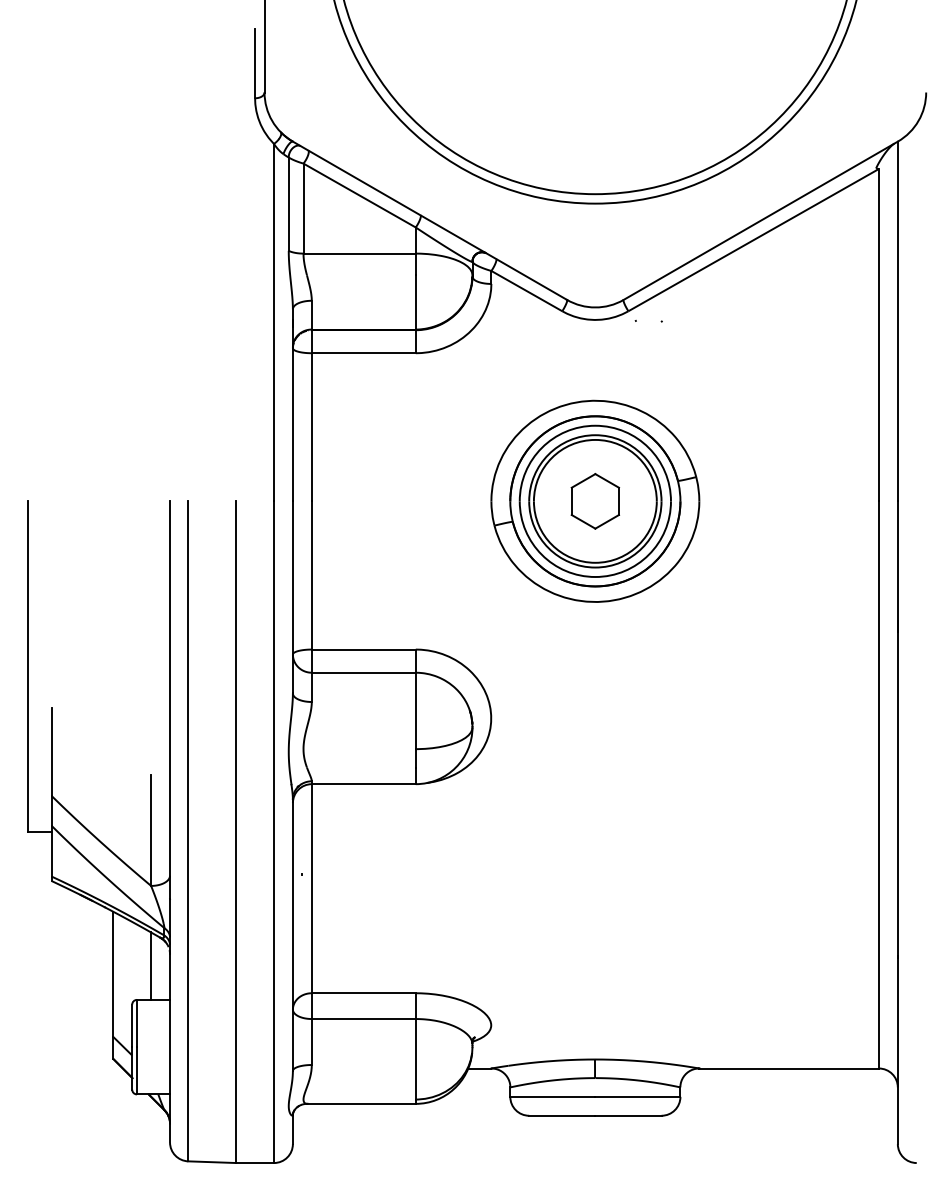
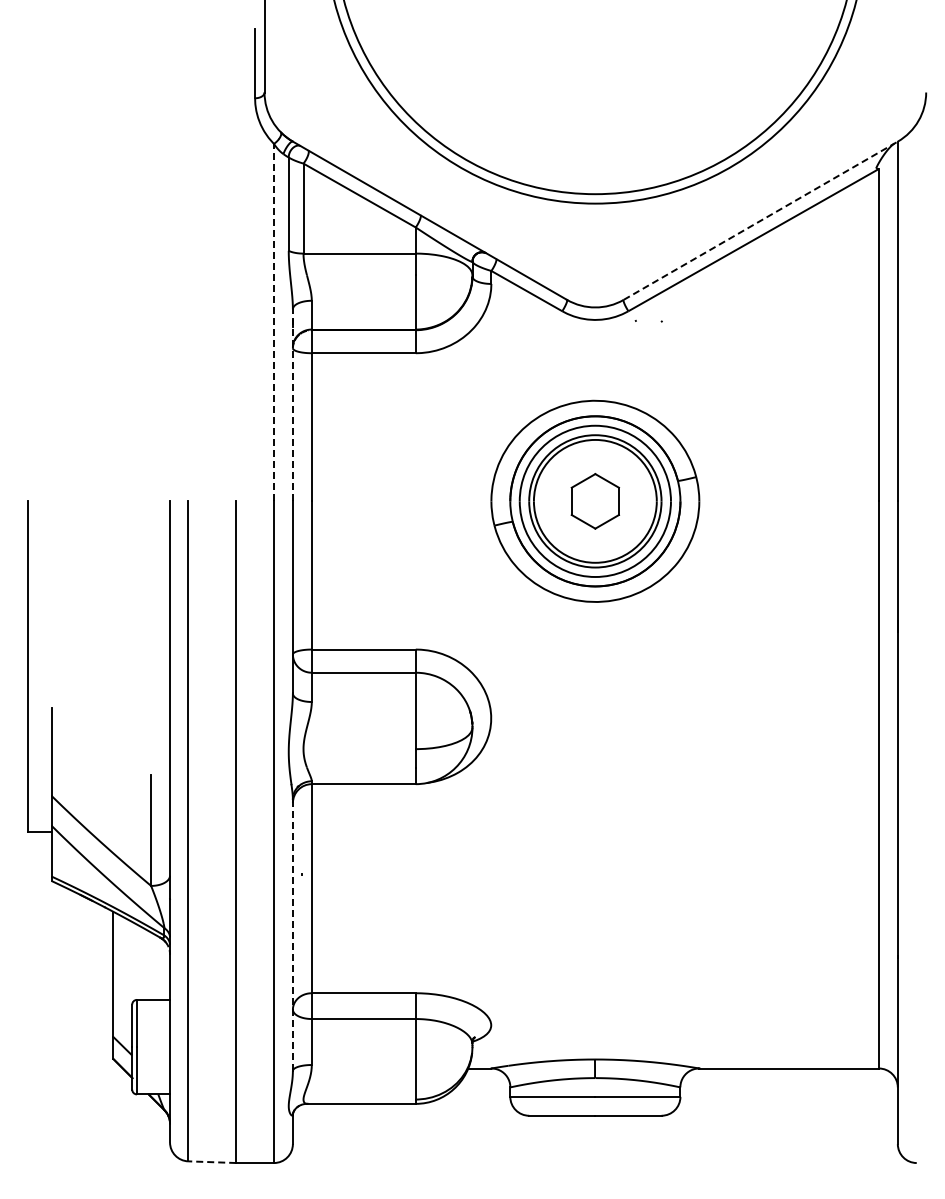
line at (761, 220): solid -> dashed
line at (274, 322): solid -> dashed
line at (292, 404): solid -> dashed
line at (292, 935): solid -> dashed
line at (151, 965): present -> none
line at (212, 1162): solid -> dashed
